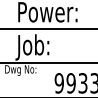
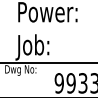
line at (48, 28): present -> none
